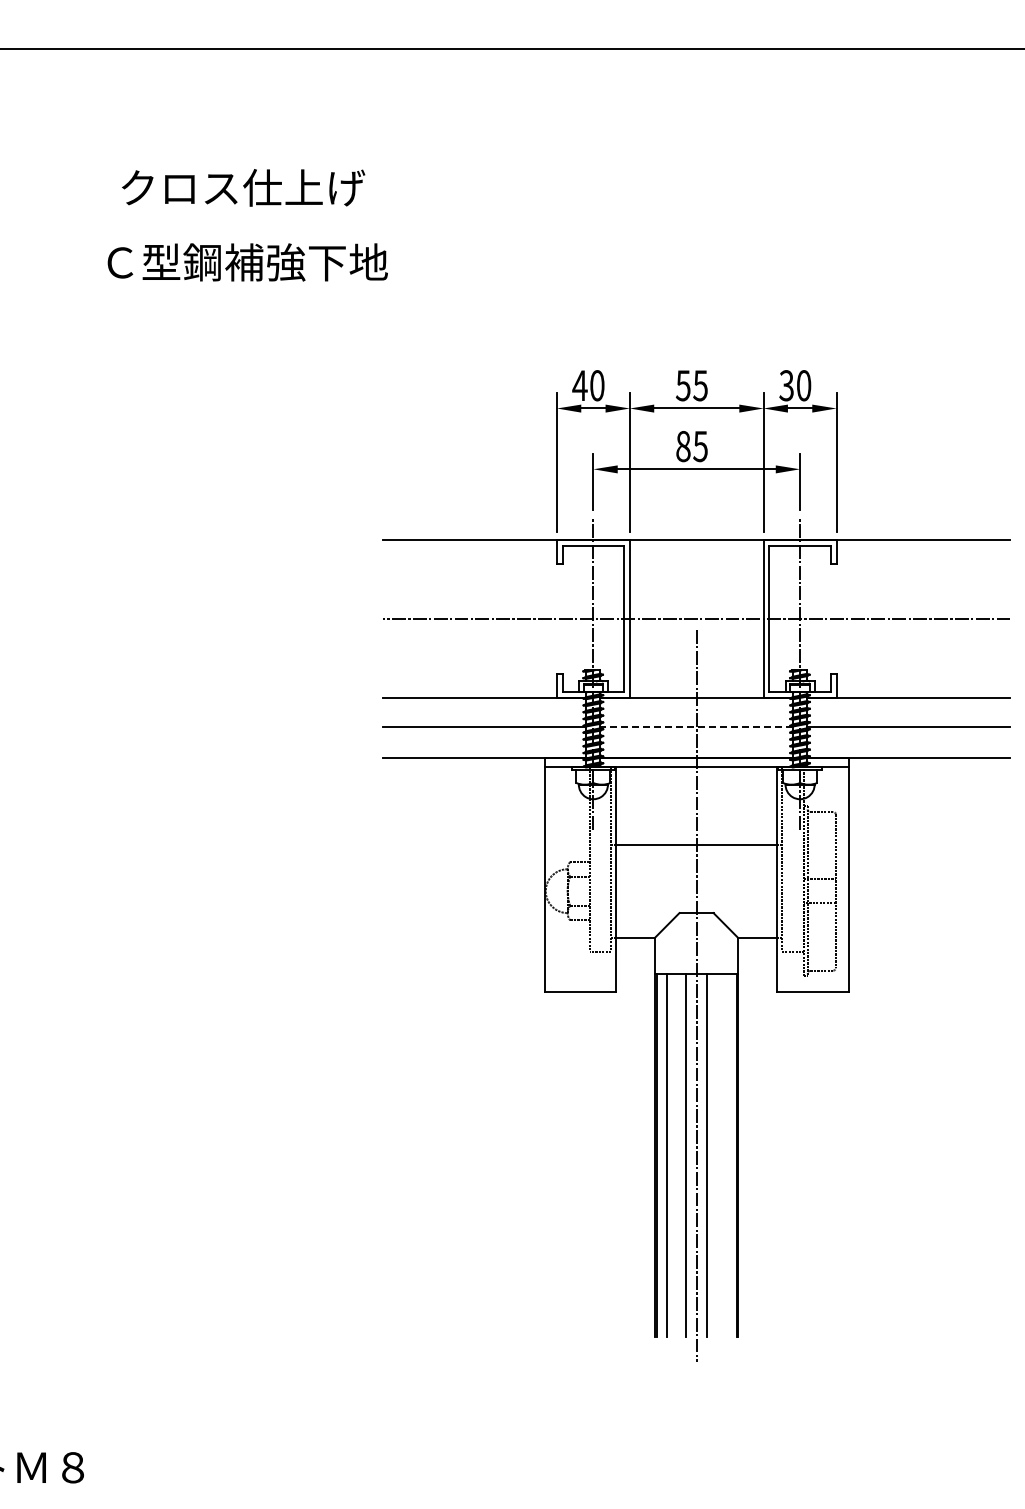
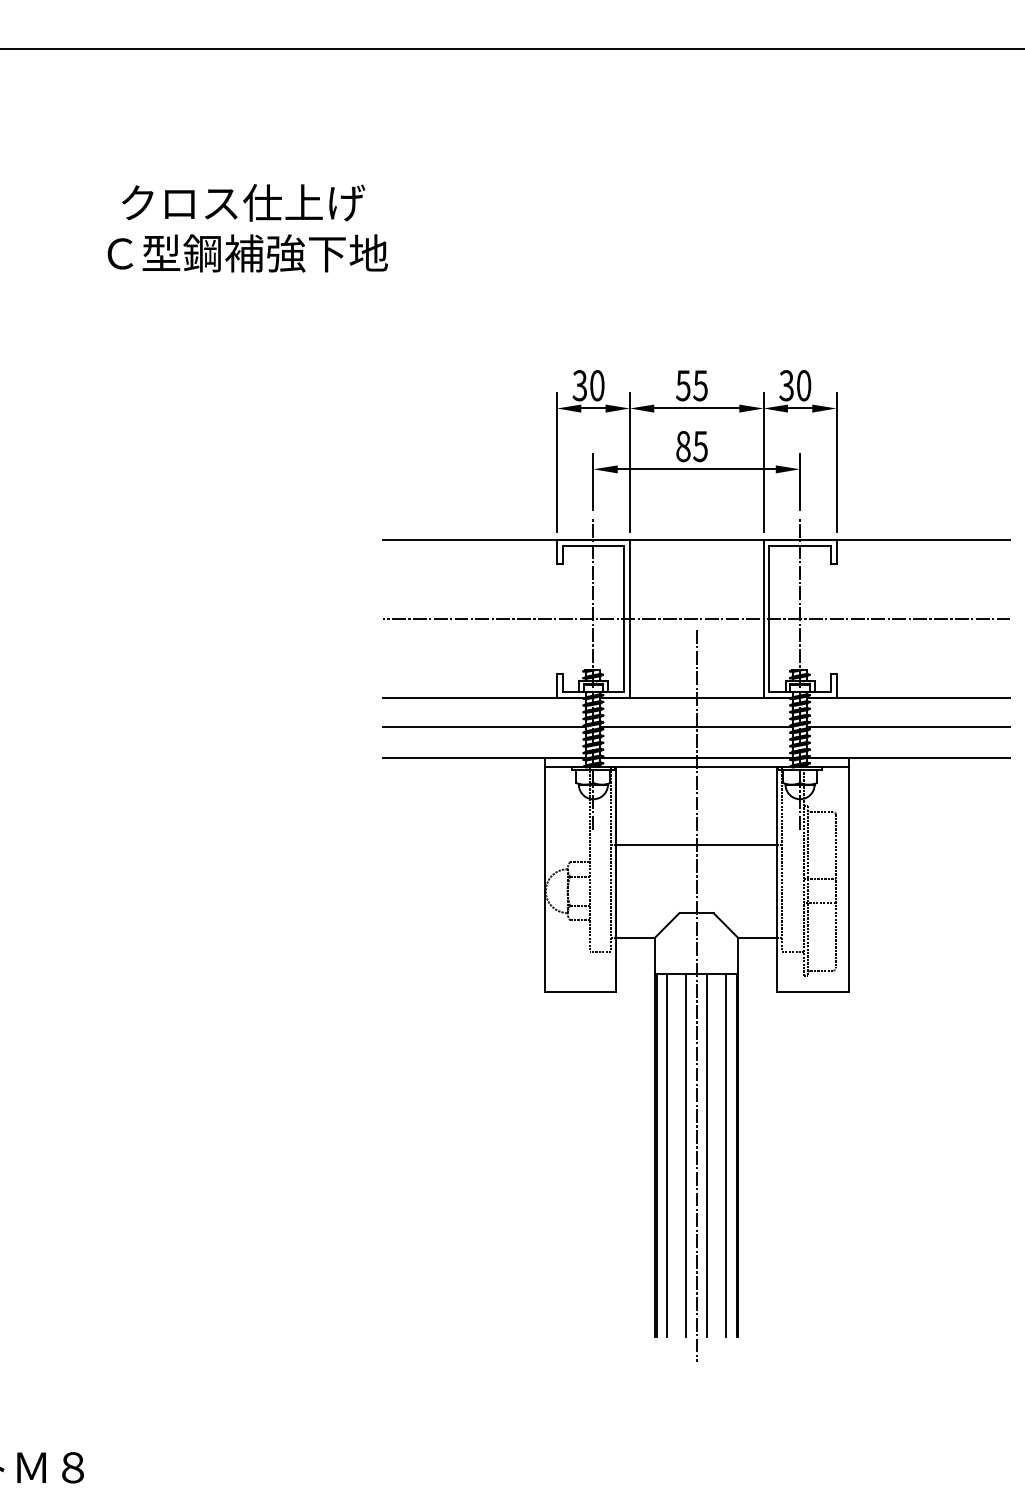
text at (243, 187) position: (243, 187) -> (243, 202)
text at (247, 262) position: (247, 262) -> (247, 253)
text at (579, 385): 40 -> 30
line at (696, 727): dashed -> solid
line at (725, 1155): none -> present
